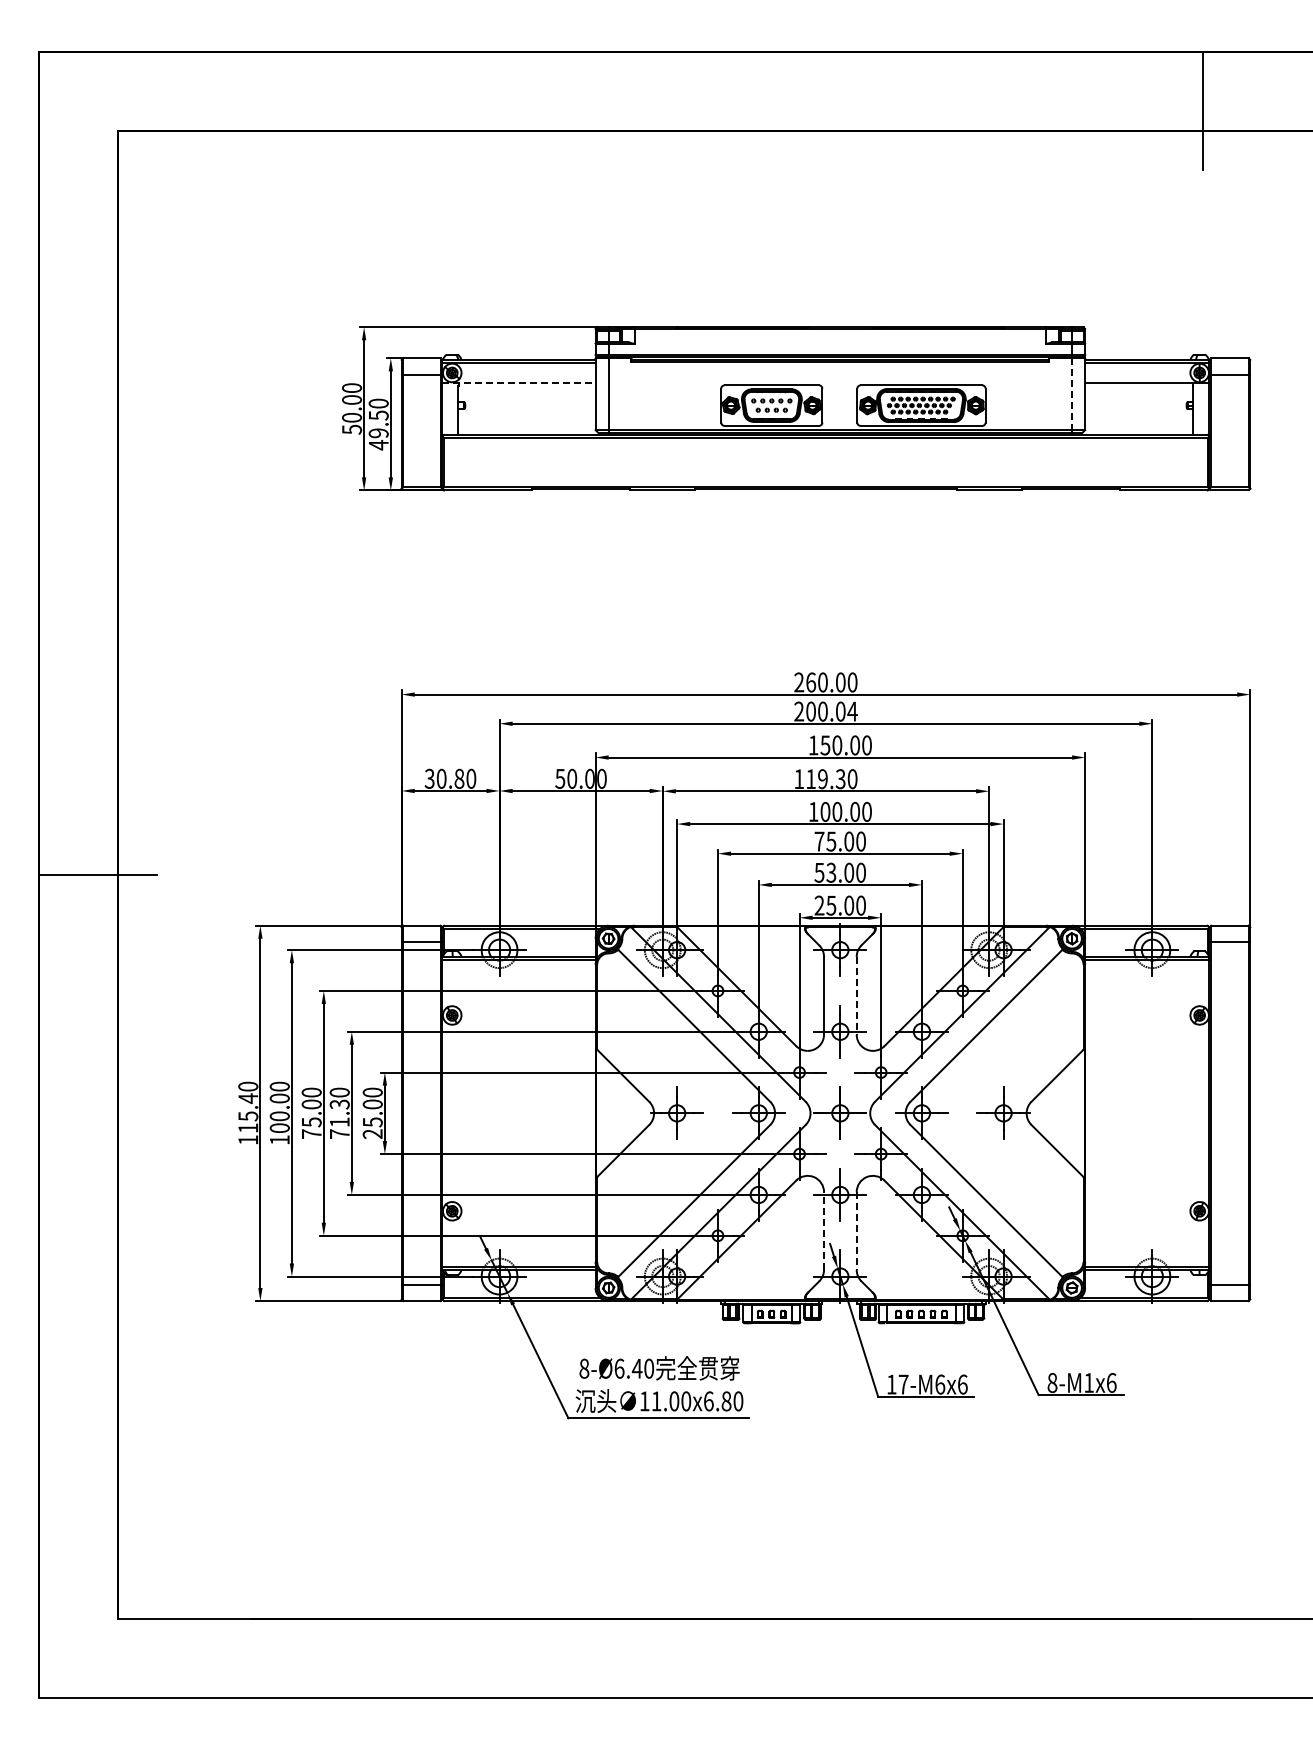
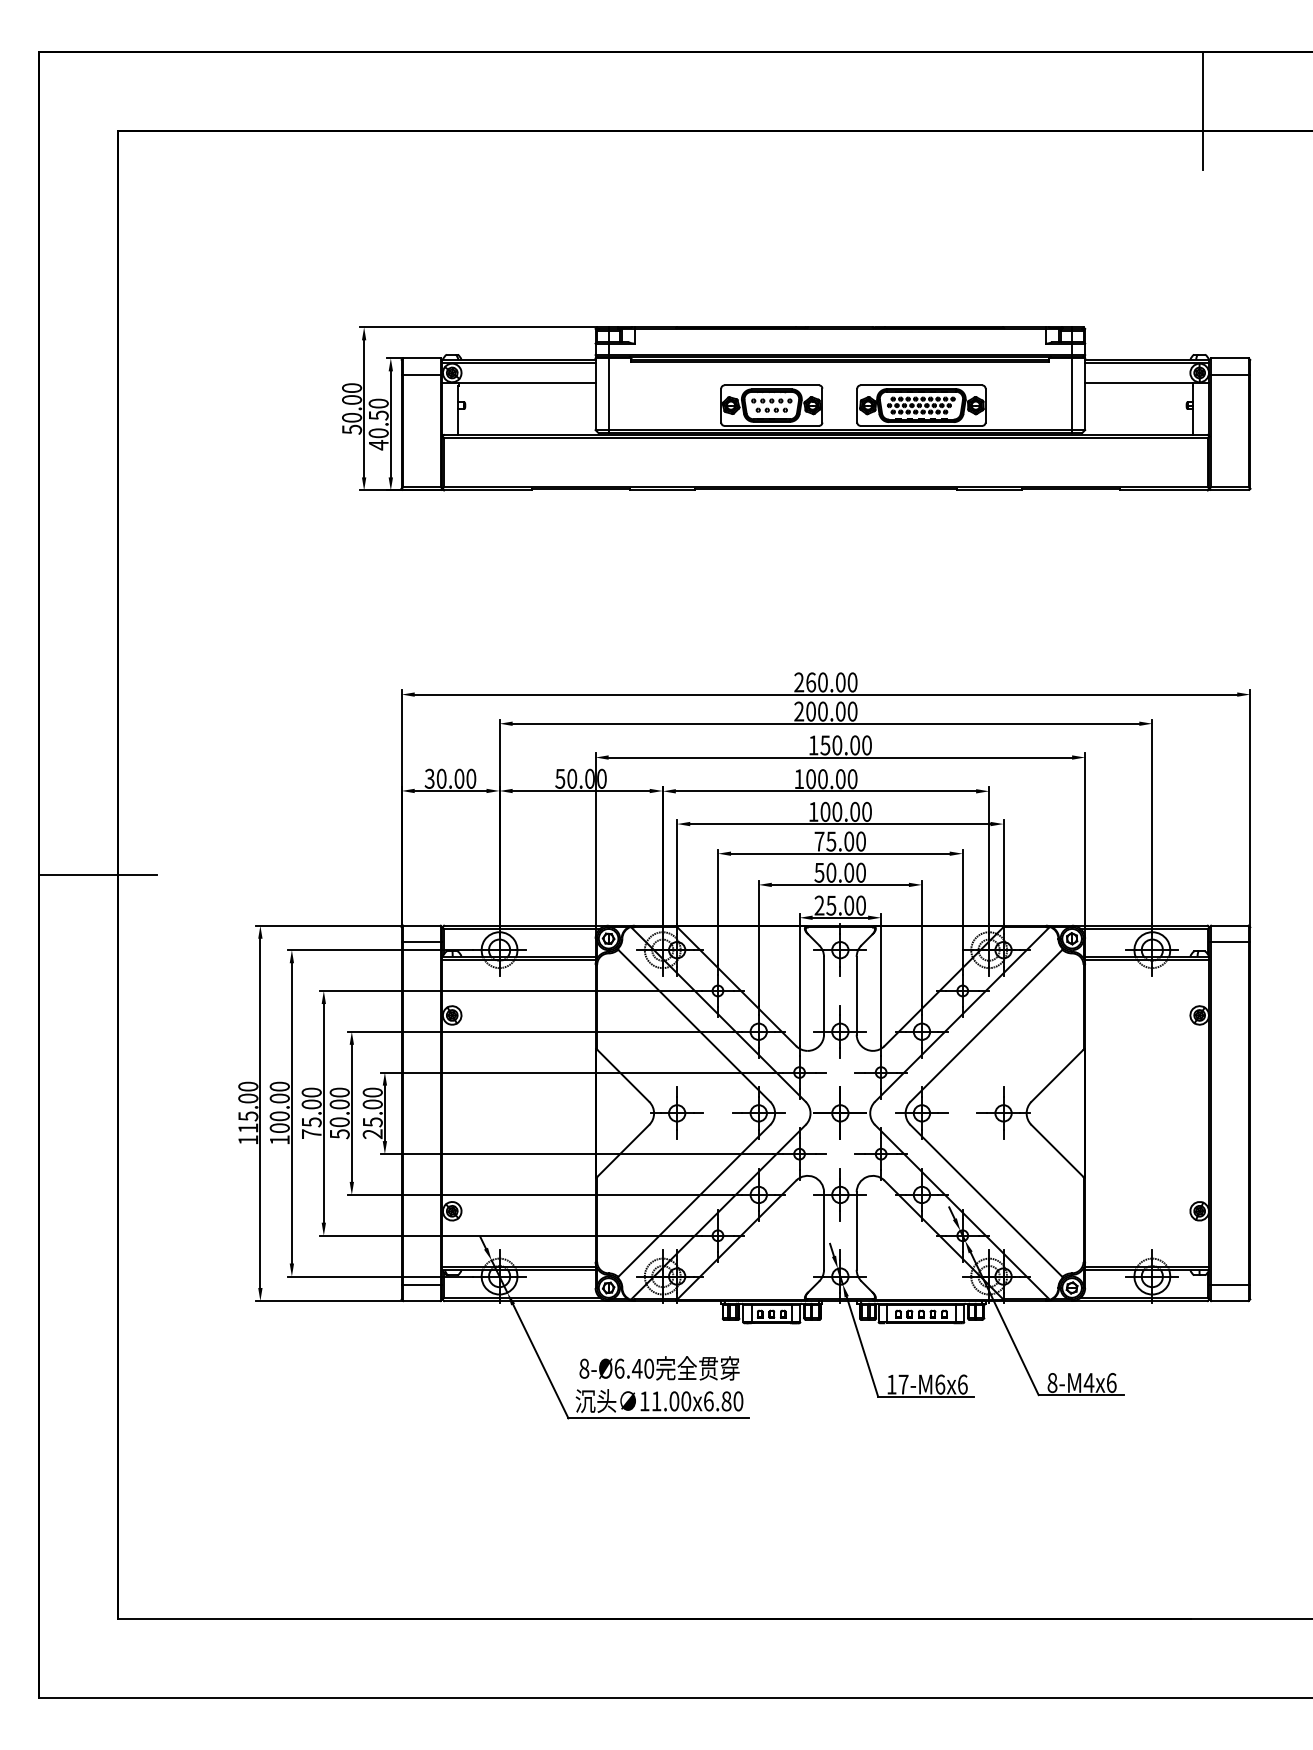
line at (519, 382): dashed -> solid
line at (1072, 394): dashed -> solid
text at (378, 433): 49.50 -> 40.50
text at (852, 711): 200.04 -> 200.00
text at (459, 778): 30.80 -> 30.00
text at (825, 779): 119.30 -> 100.00
text at (831, 872): 53.00 -> 50.00
line at (856, 995): dashed -> solid
text at (248, 1098): 115.40 -> 115.00
text at (339, 1119): 71.30 -> 50.00
line at (824, 1230): dashed -> solid
line at (856, 1230): dashed -> solid
text at (1088, 1382): 8-M1 -> 8-M4
